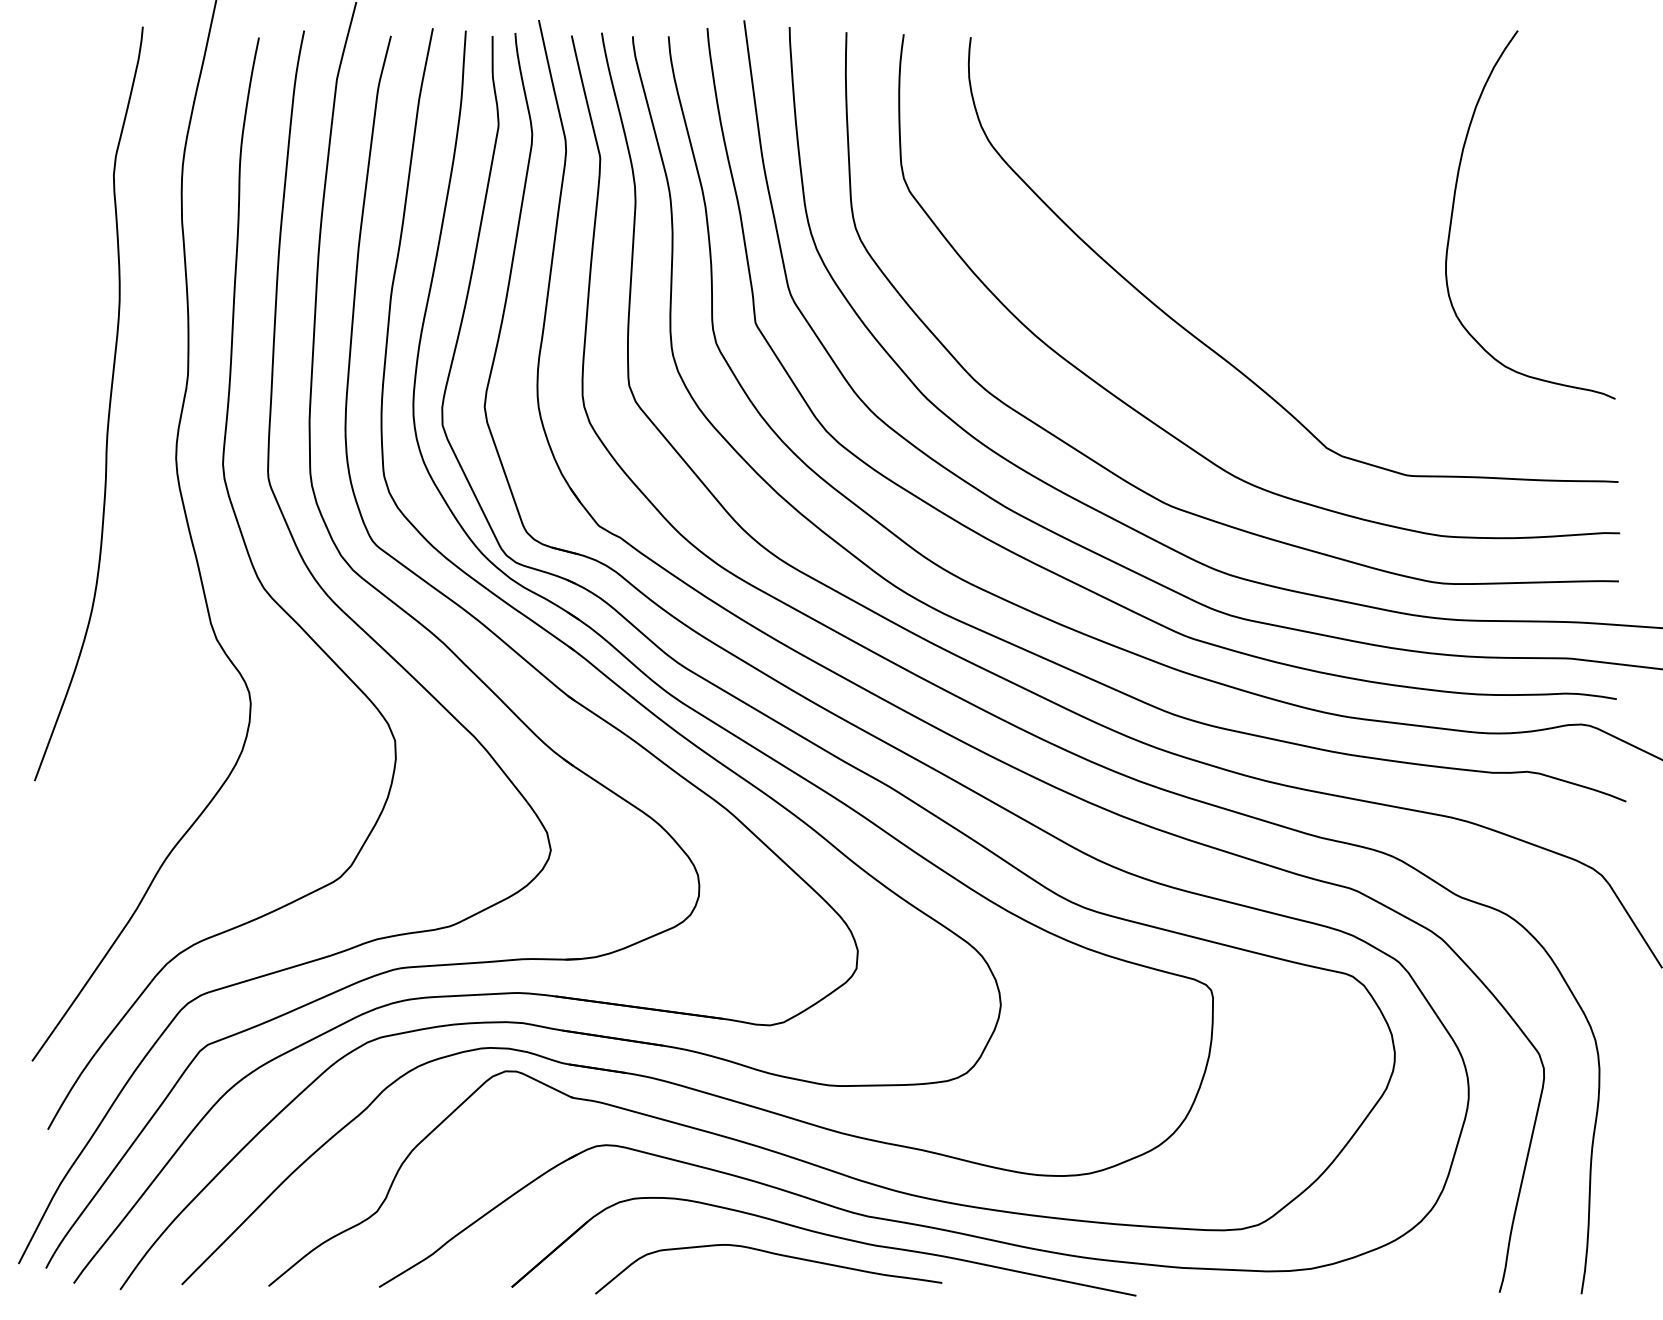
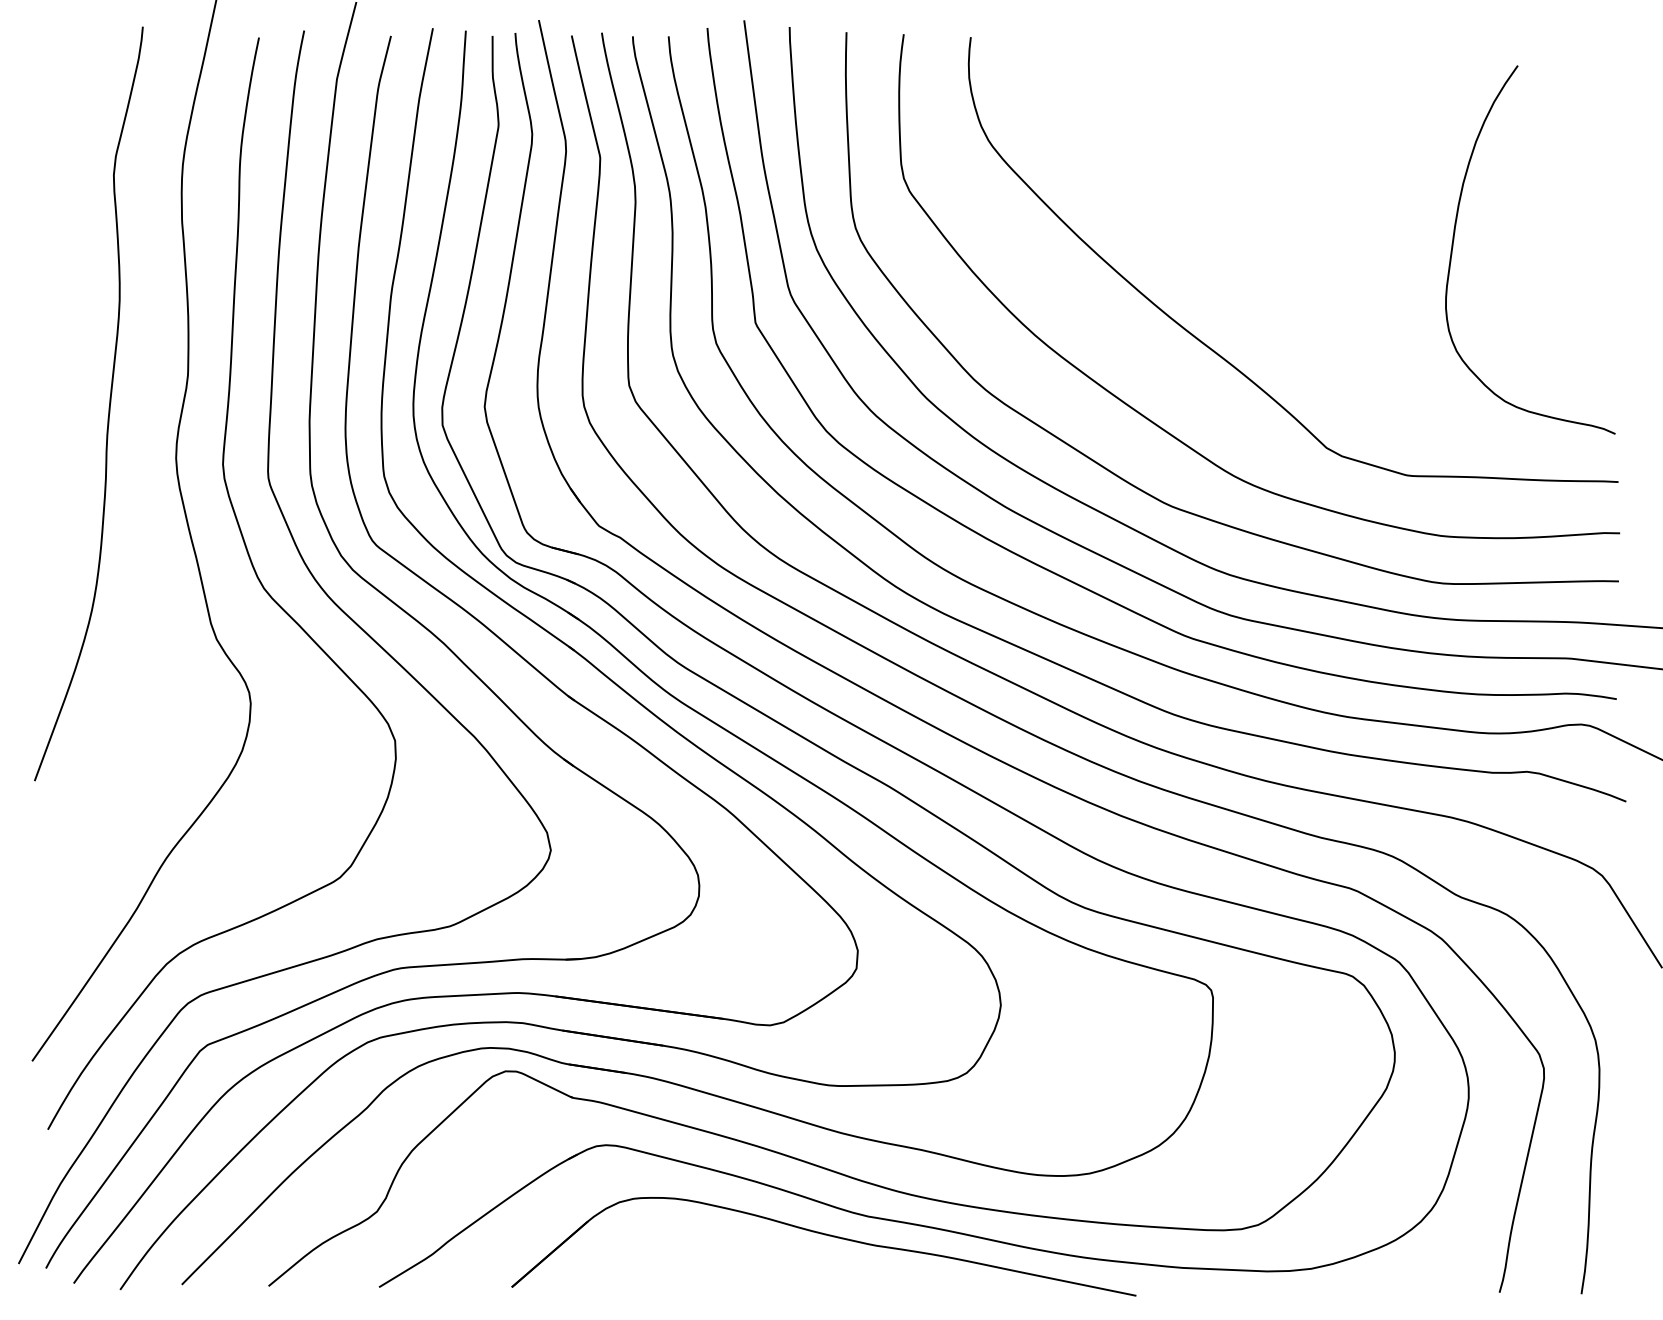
curve at (1454, 205) position: (1454, 205) -> (1454, 240)
curve at (772, 1254): present -> none
